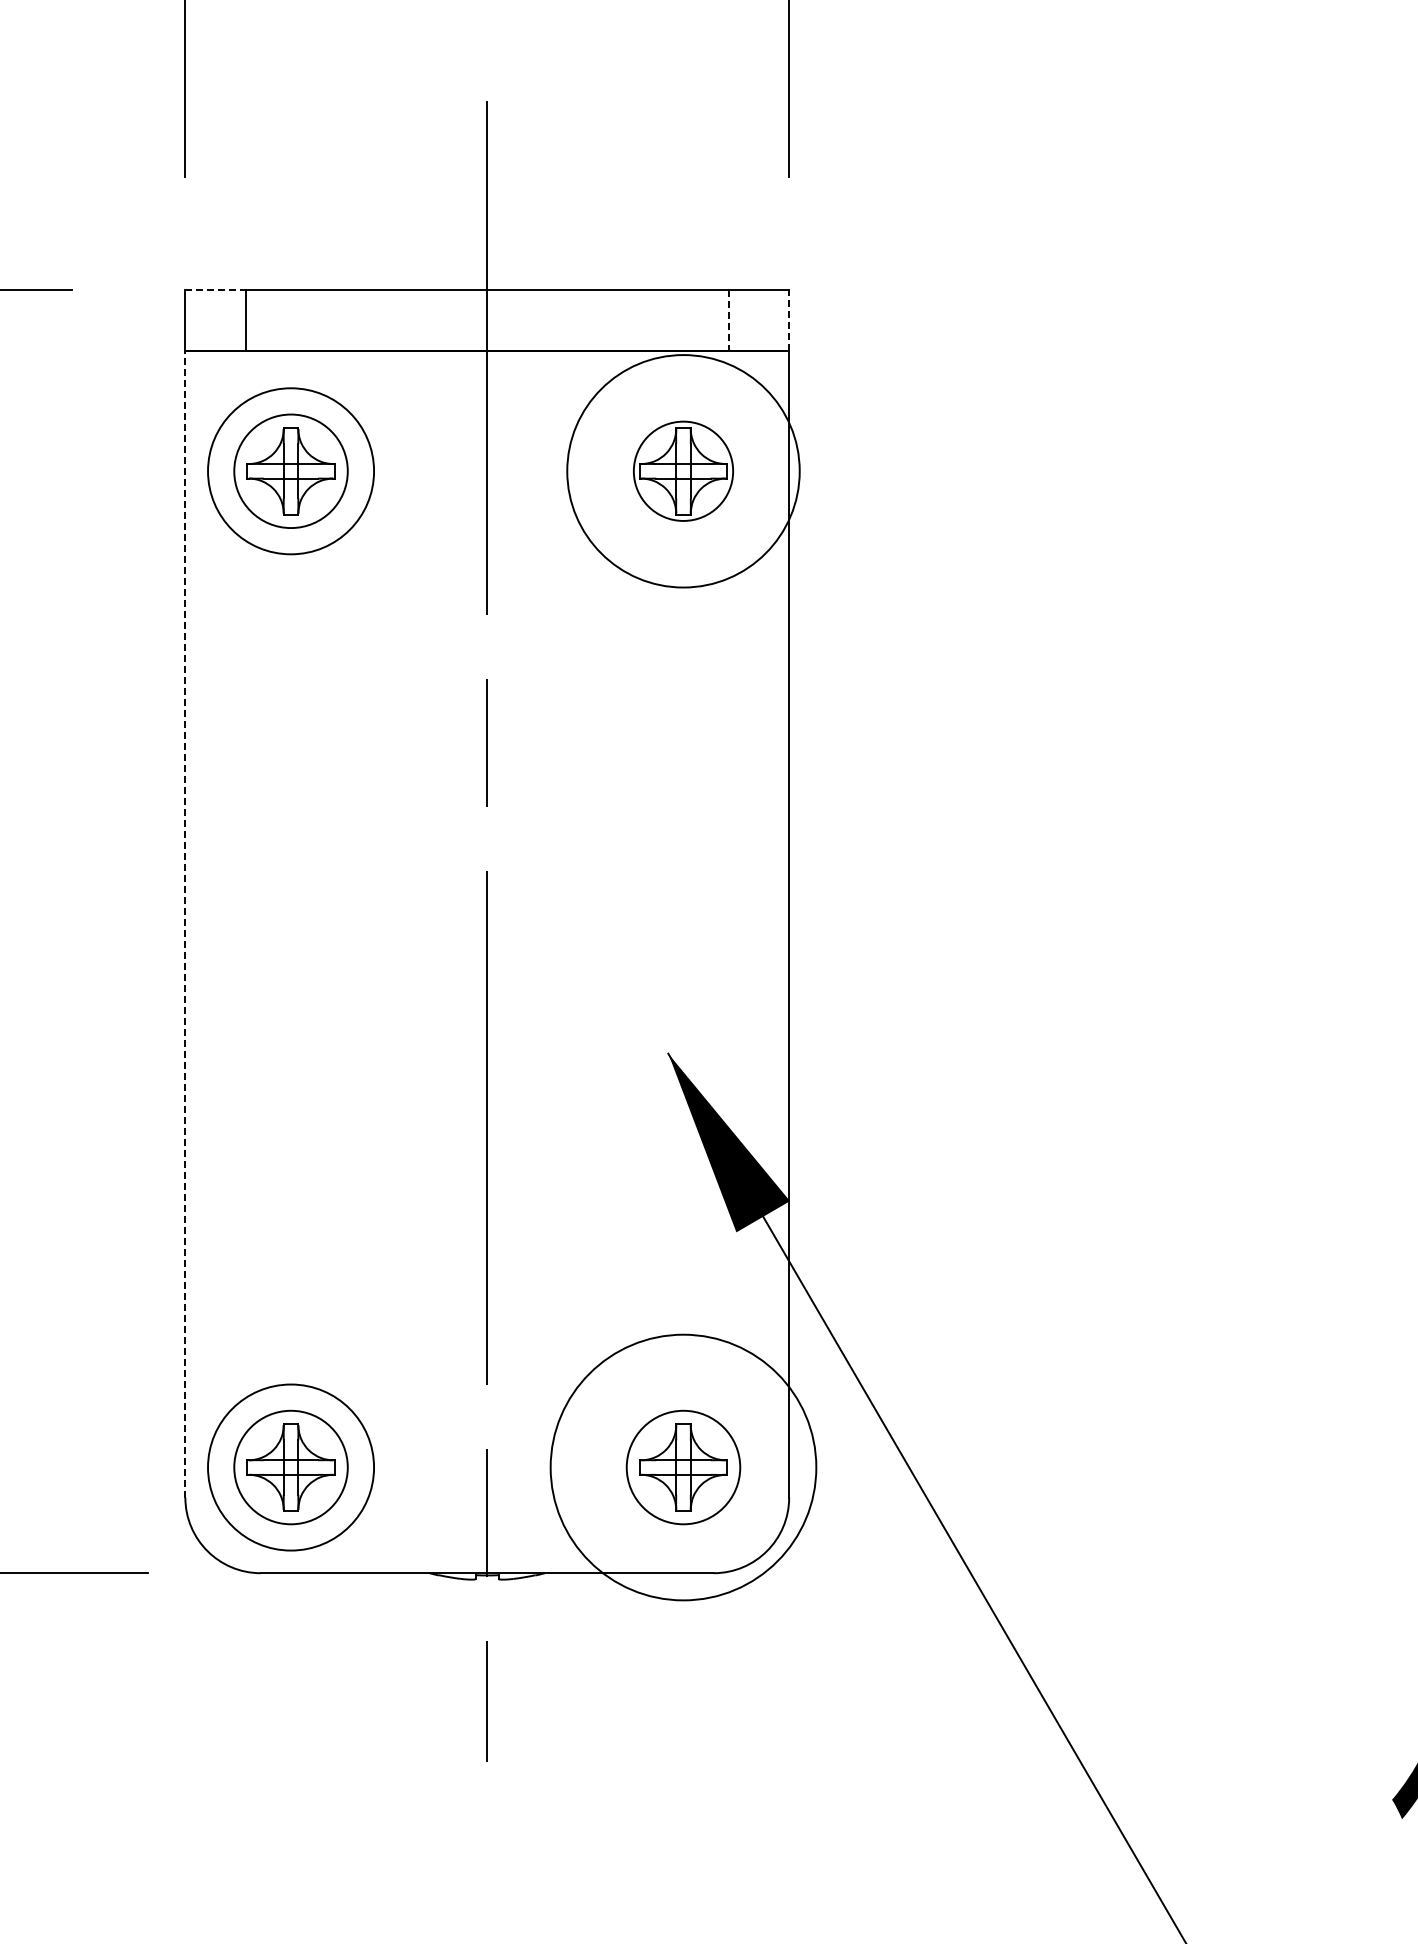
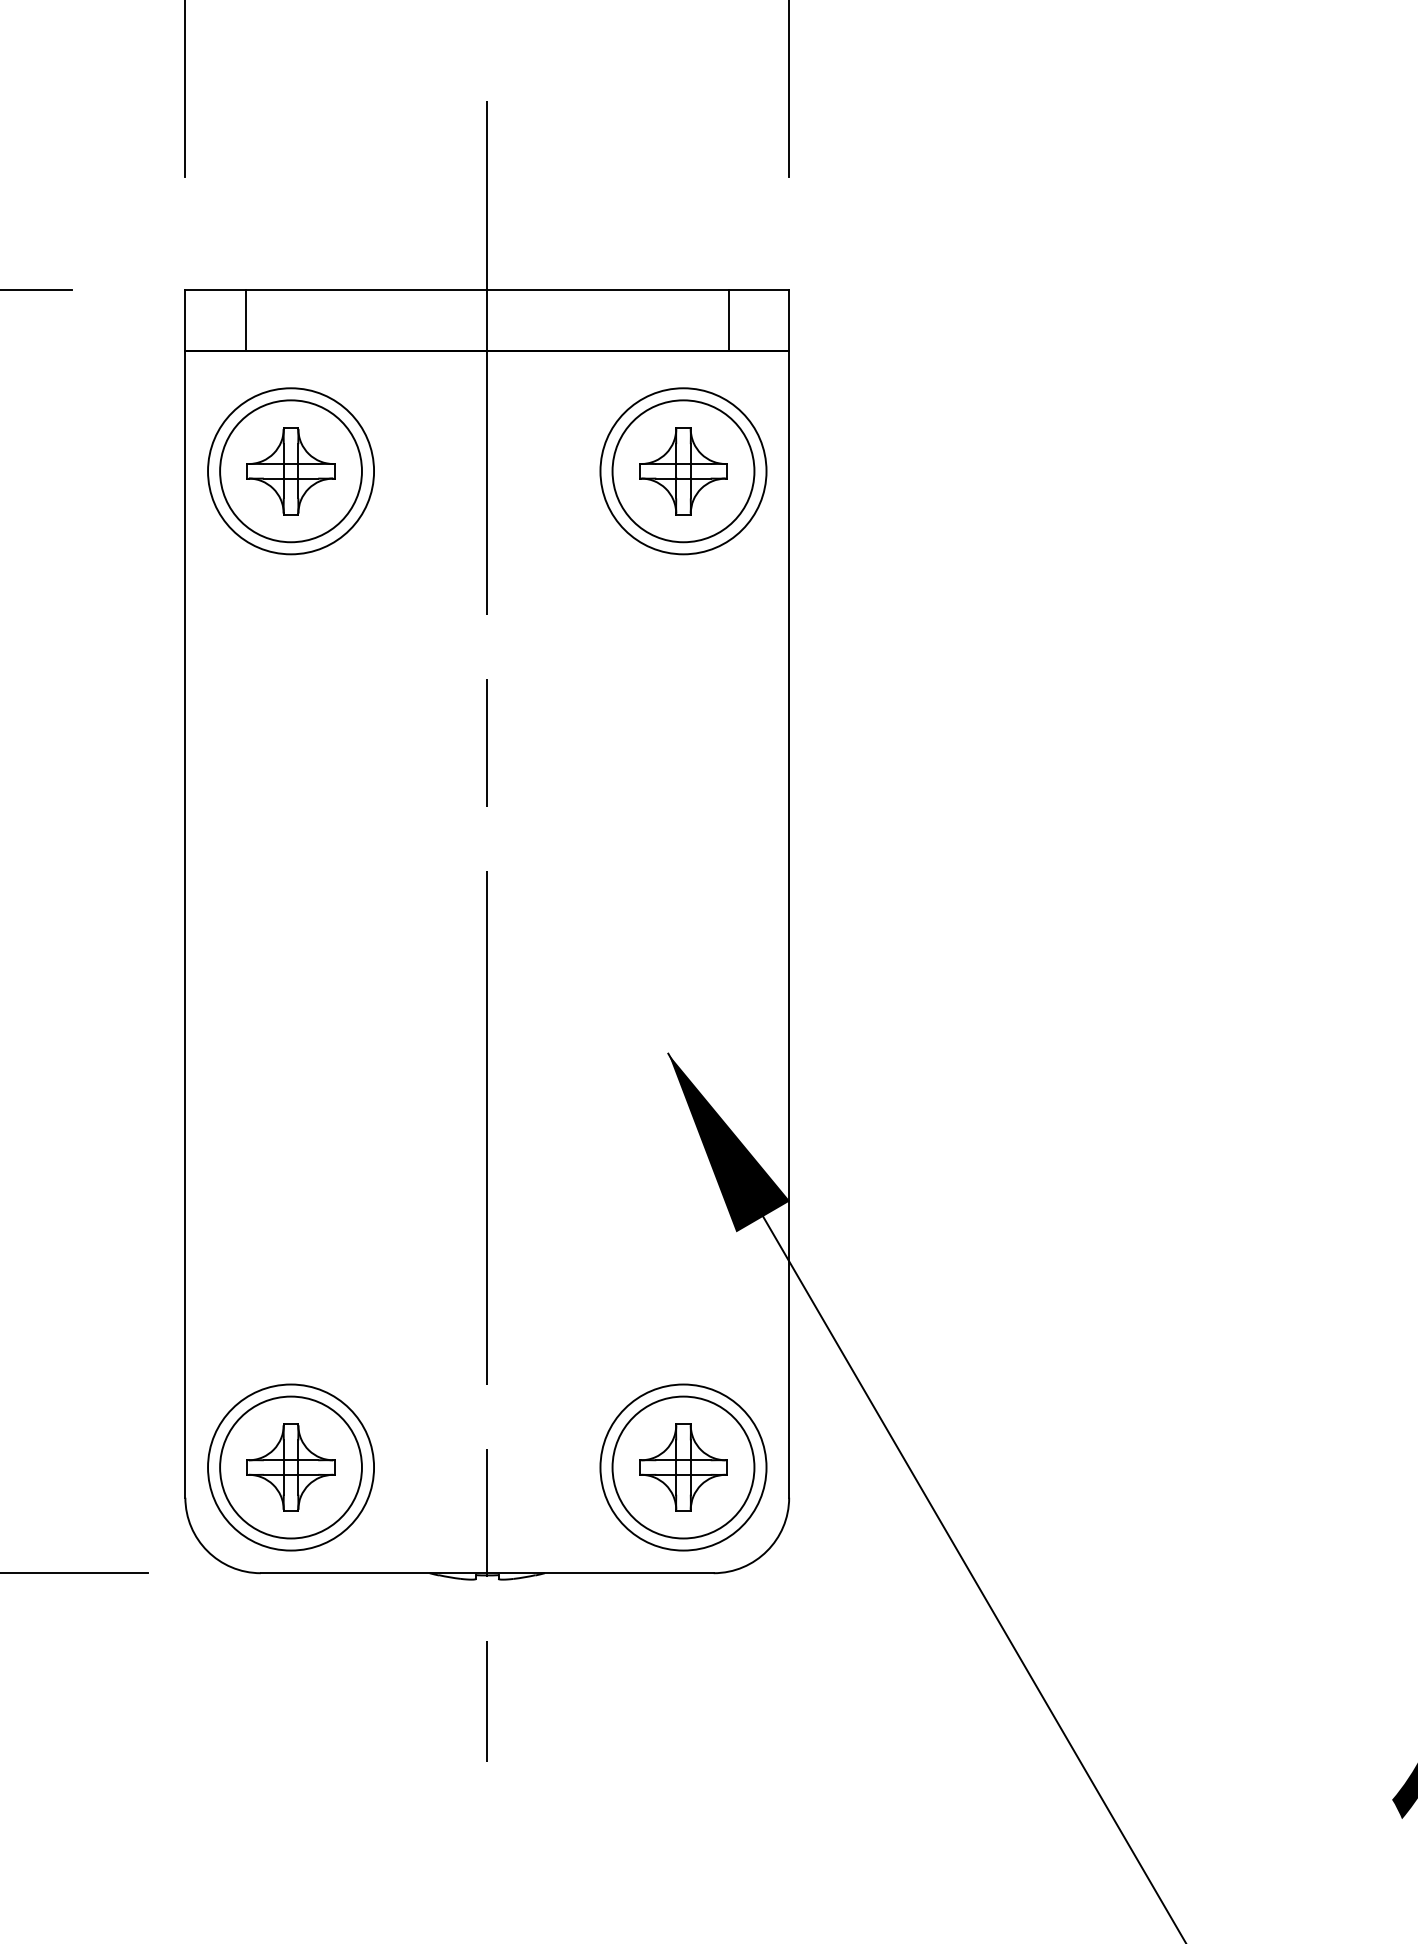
line at (216, 290): dashed -> solid
line at (789, 319): dashed -> solid
line at (728, 320): dashed -> solid
circle at (683, 470) diameter: 99 px -> 142 px
circle at (290, 471) diameter: 114 px -> 142 px
circle at (683, 471) diameter: 232 px -> 166 px
line at (185, 924): dashed -> solid
circle at (290, 1467) diameter: 114 px -> 142 px
circle at (683, 1467) diameter: 114 px -> 142 px
circle at (683, 1467) diameter: 266 px -> 166 px
